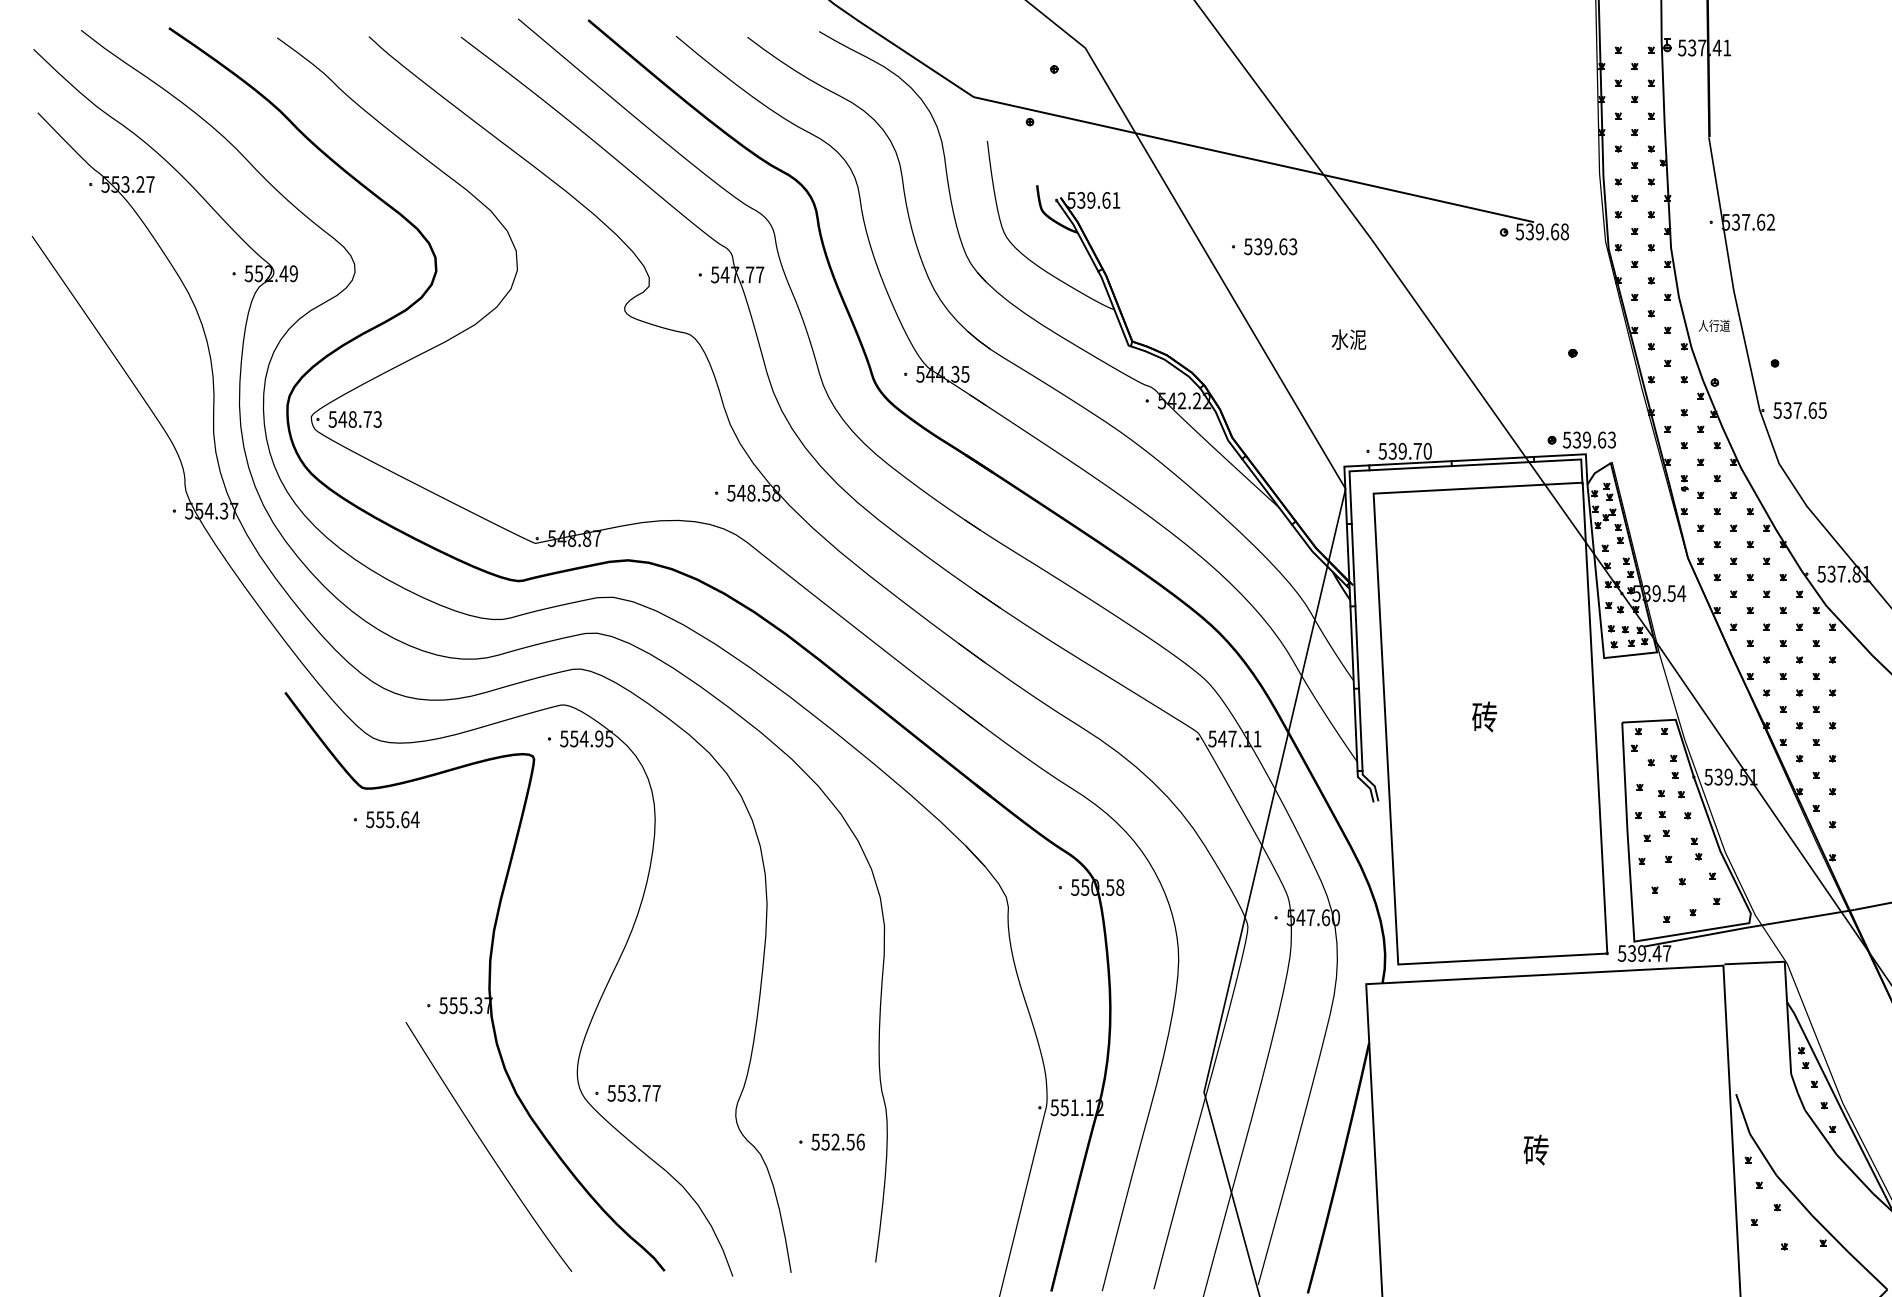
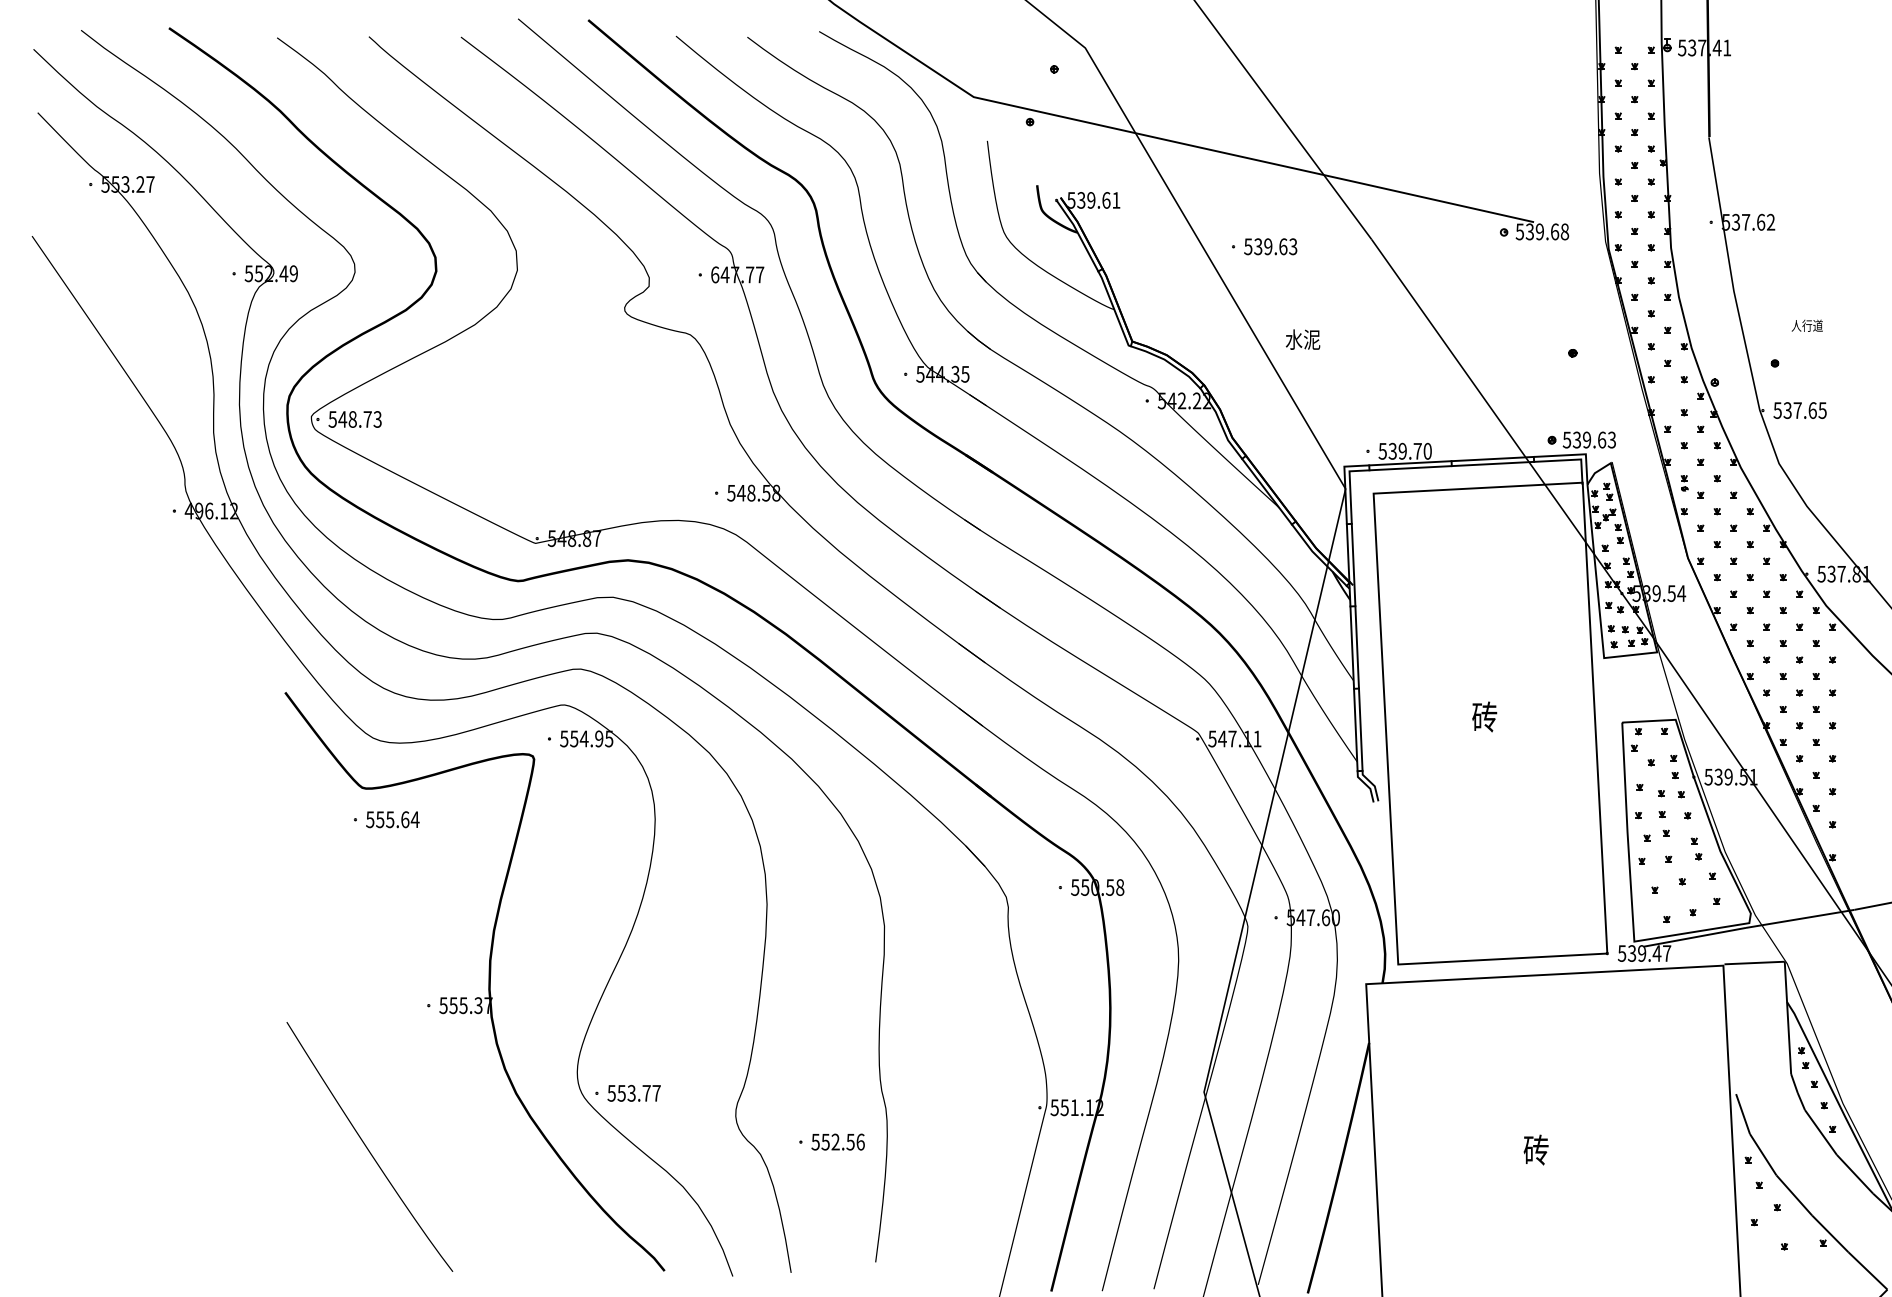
text at (715, 274): 547.77 -> 647.77
text at (1713, 325) position: (1713, 325) -> (1806, 325)
text at (1349, 339) position: (1349, 339) -> (1303, 339)
text at (211, 510): 554.37 -> 496.12
curve at (486, 1147) position: (486, 1147) -> (367, 1147)
